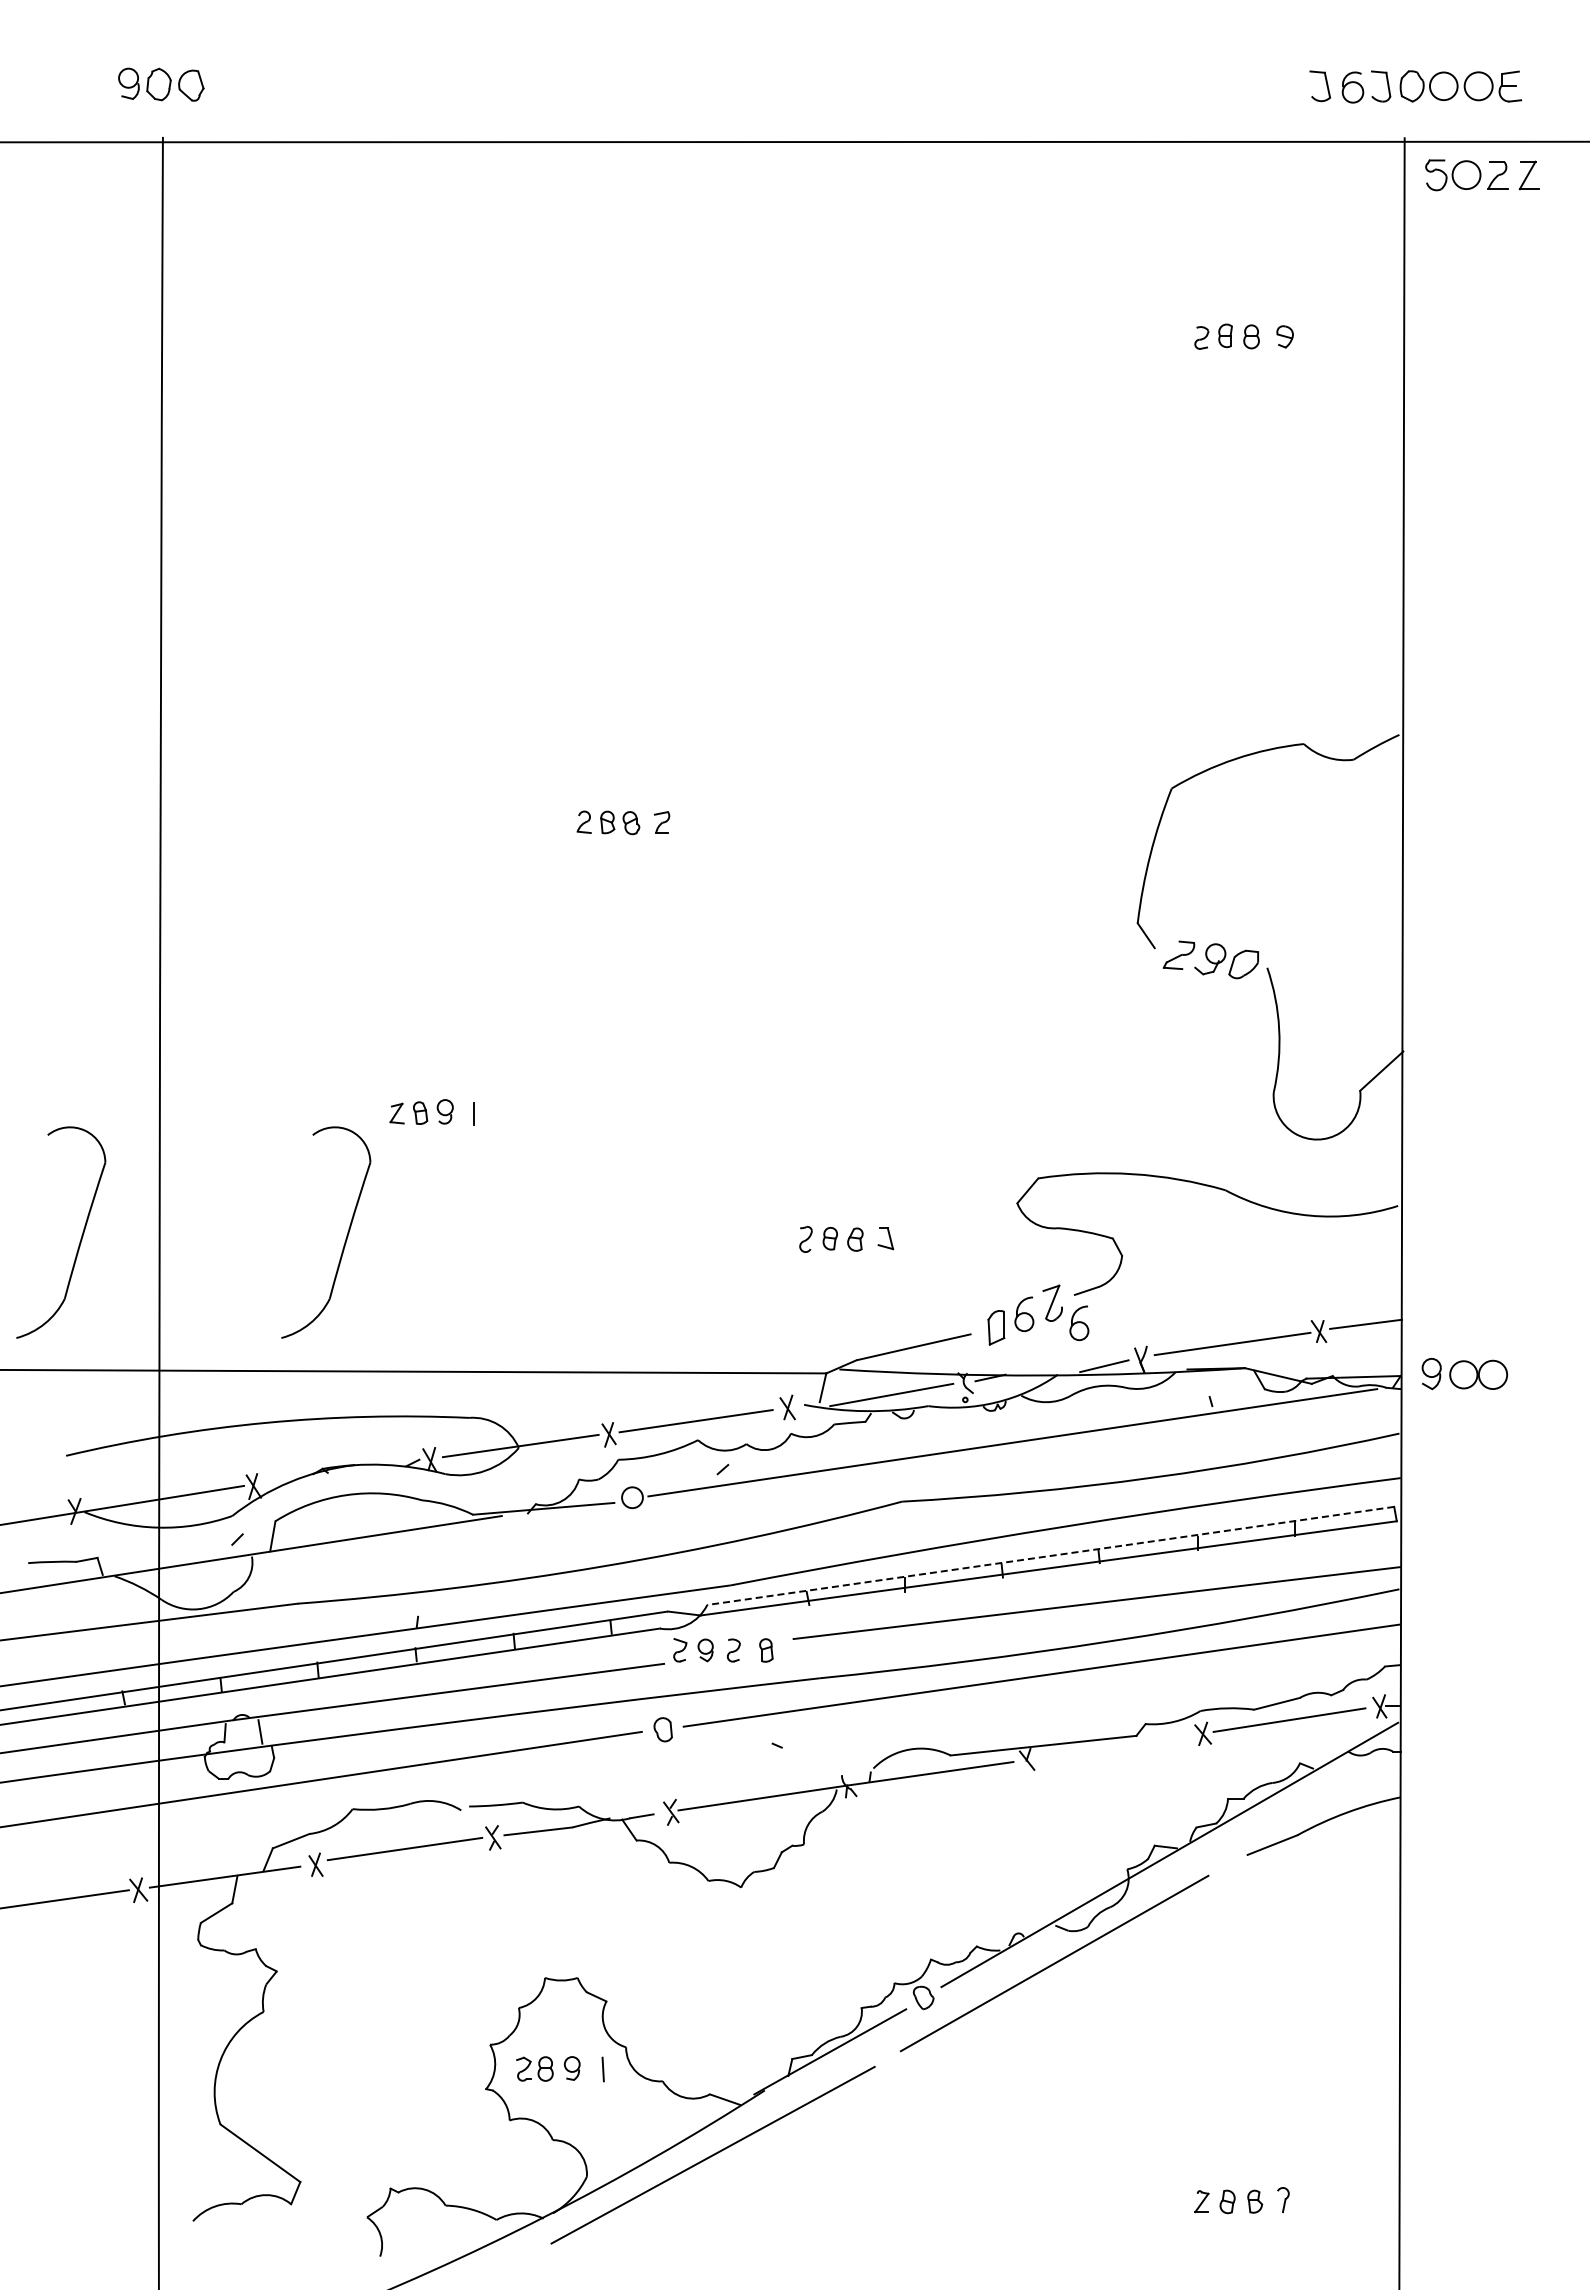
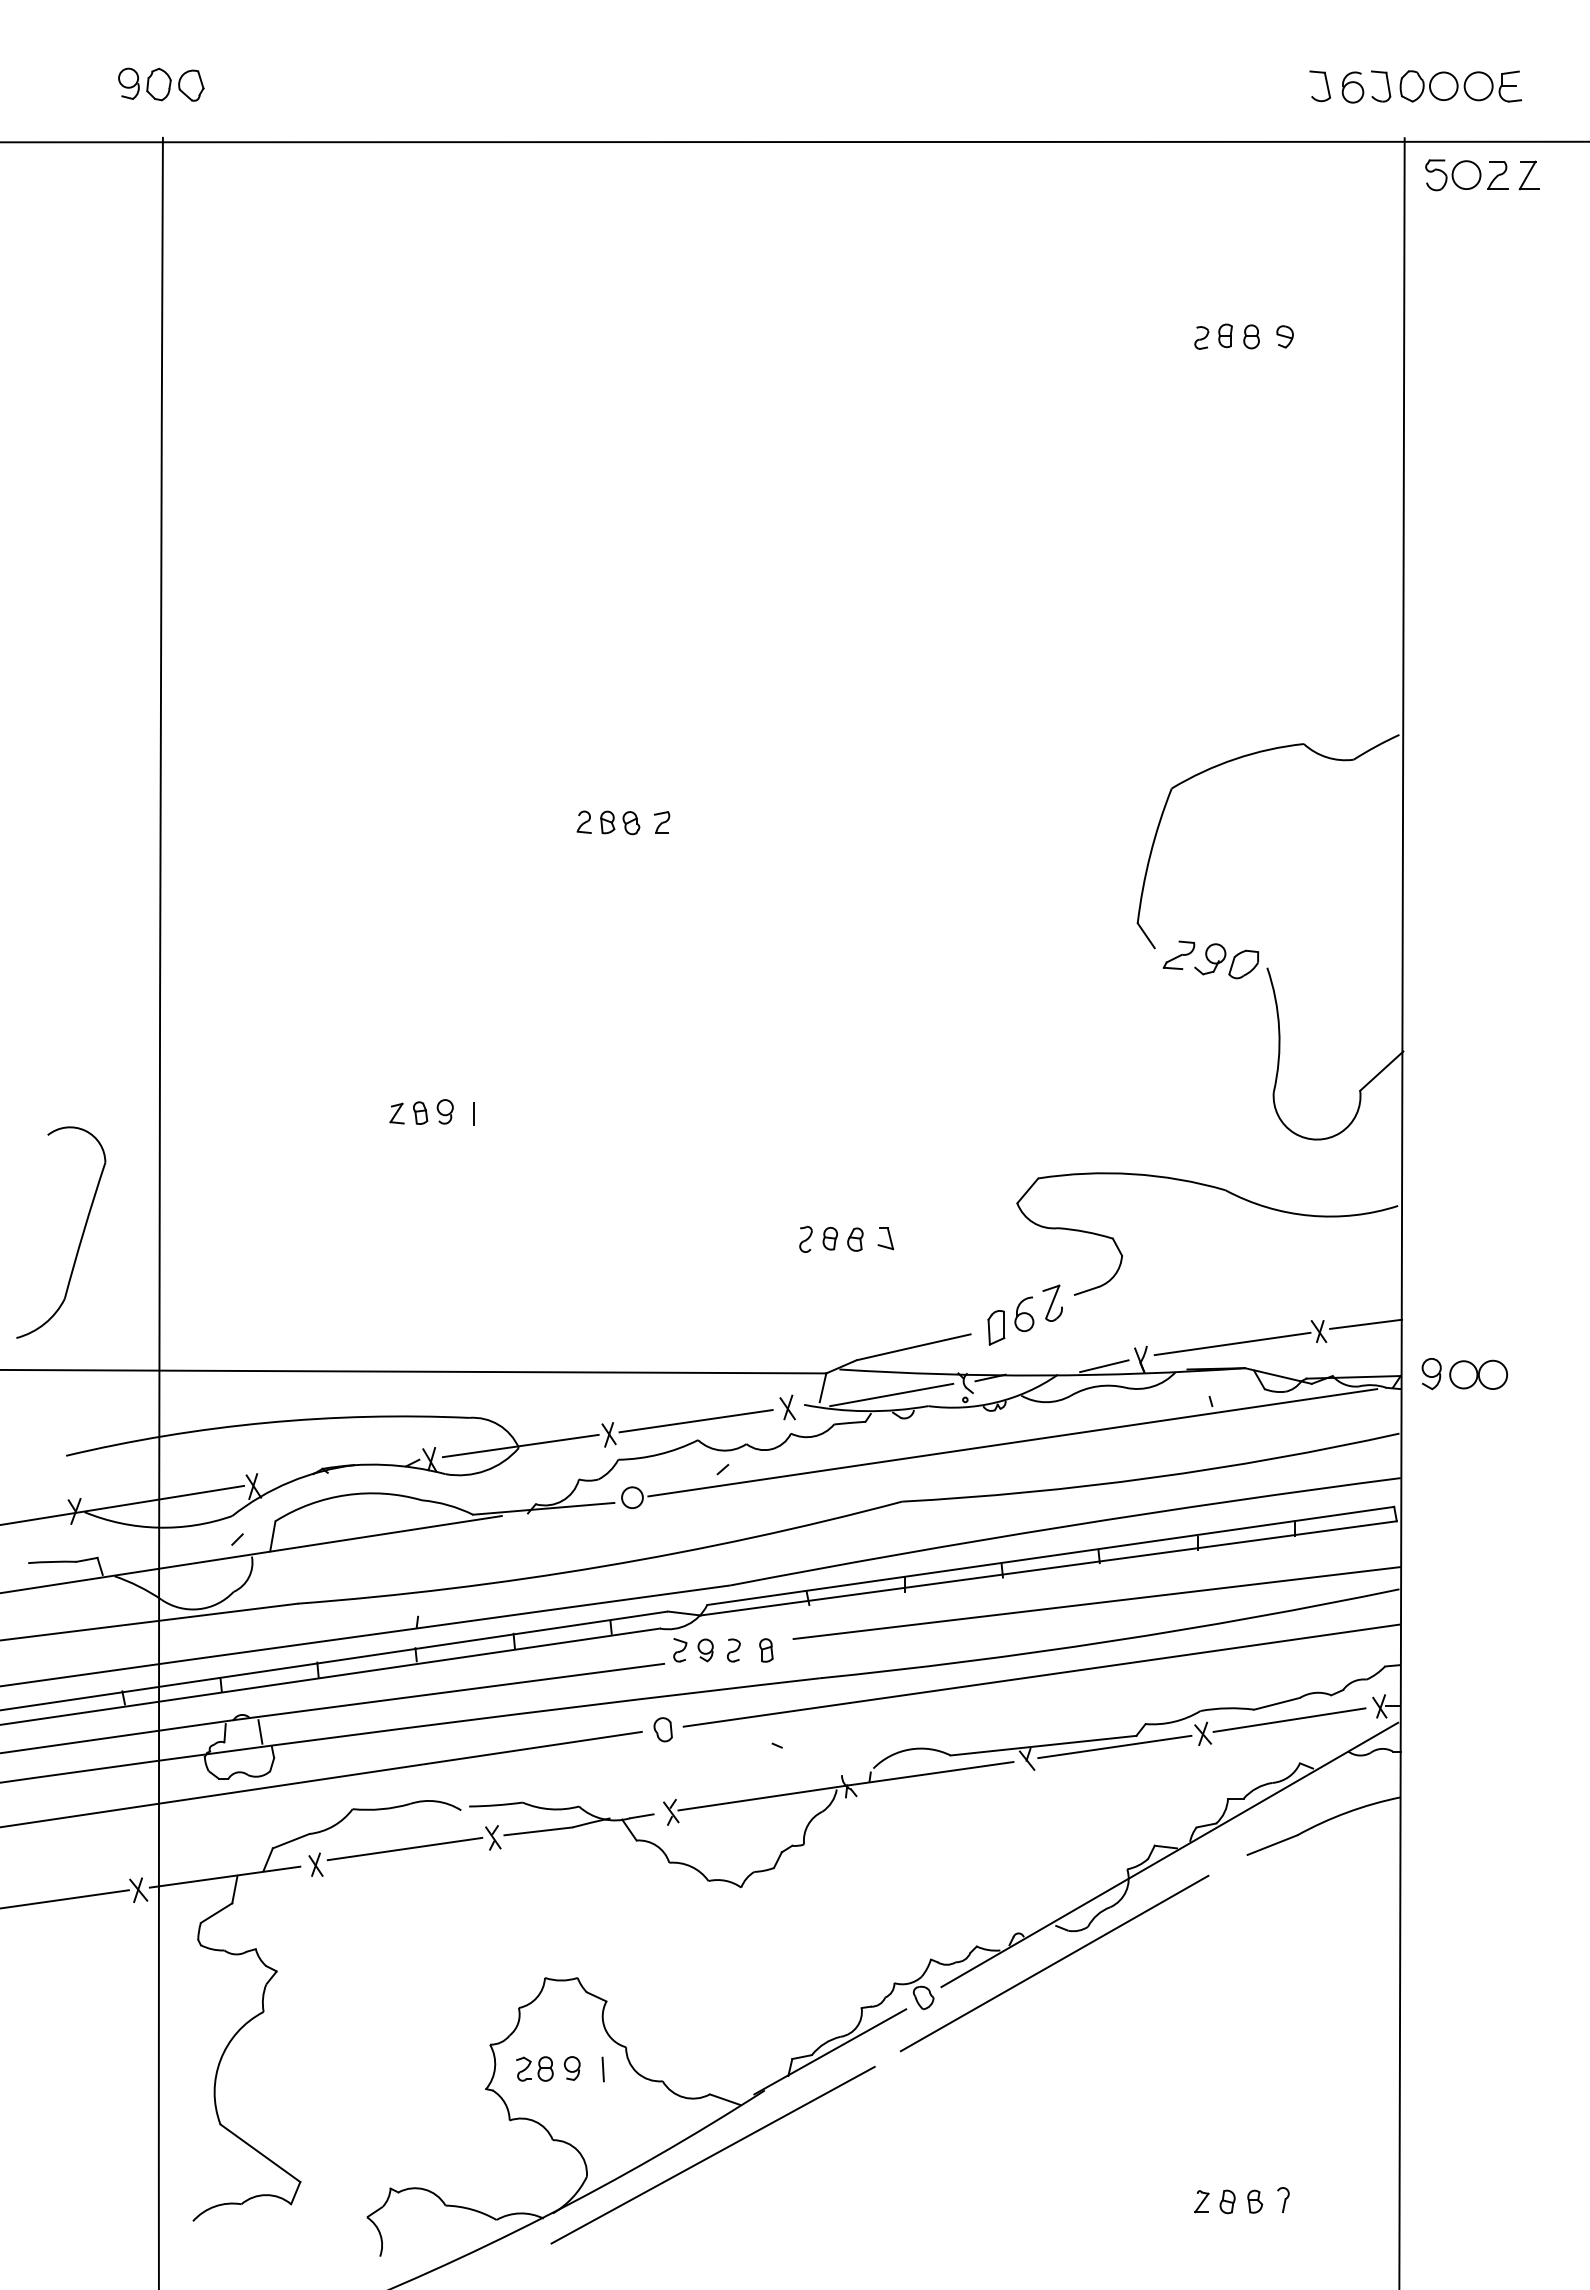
part at (345, 1238): present -> none
part at (1079, 1323): present -> none
line at (1050, 1555): dashed -> solid
line at (1114, 1746): none -> present
